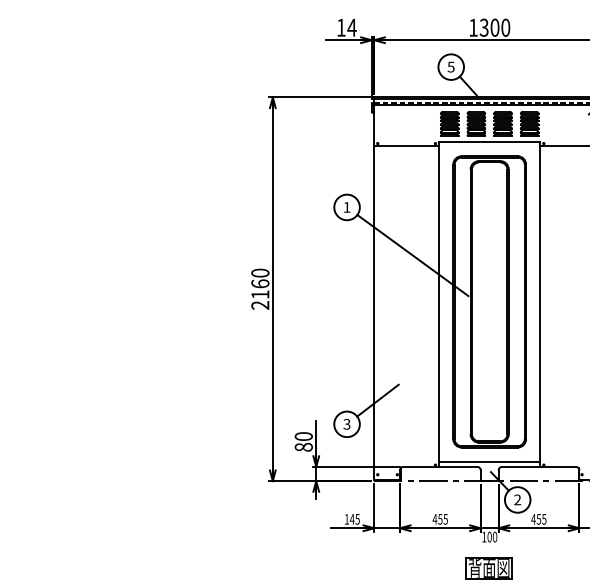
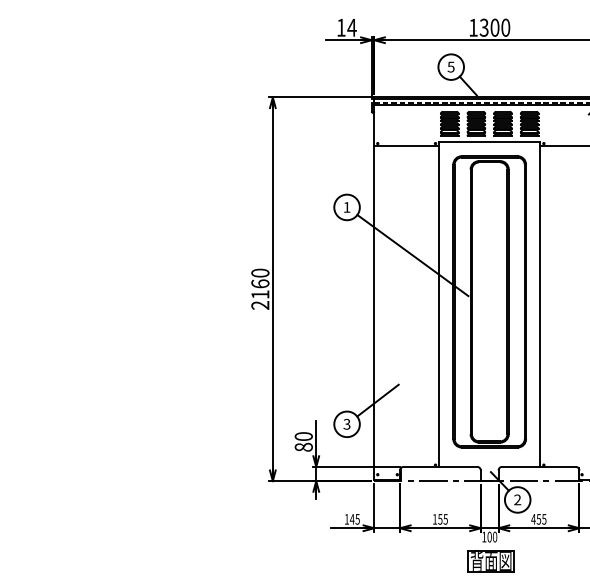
line at (489, 461): present -> none
text at (434, 519): 455 -> 155
part at (488, 568) position: (488, 568) -> (490, 561)
